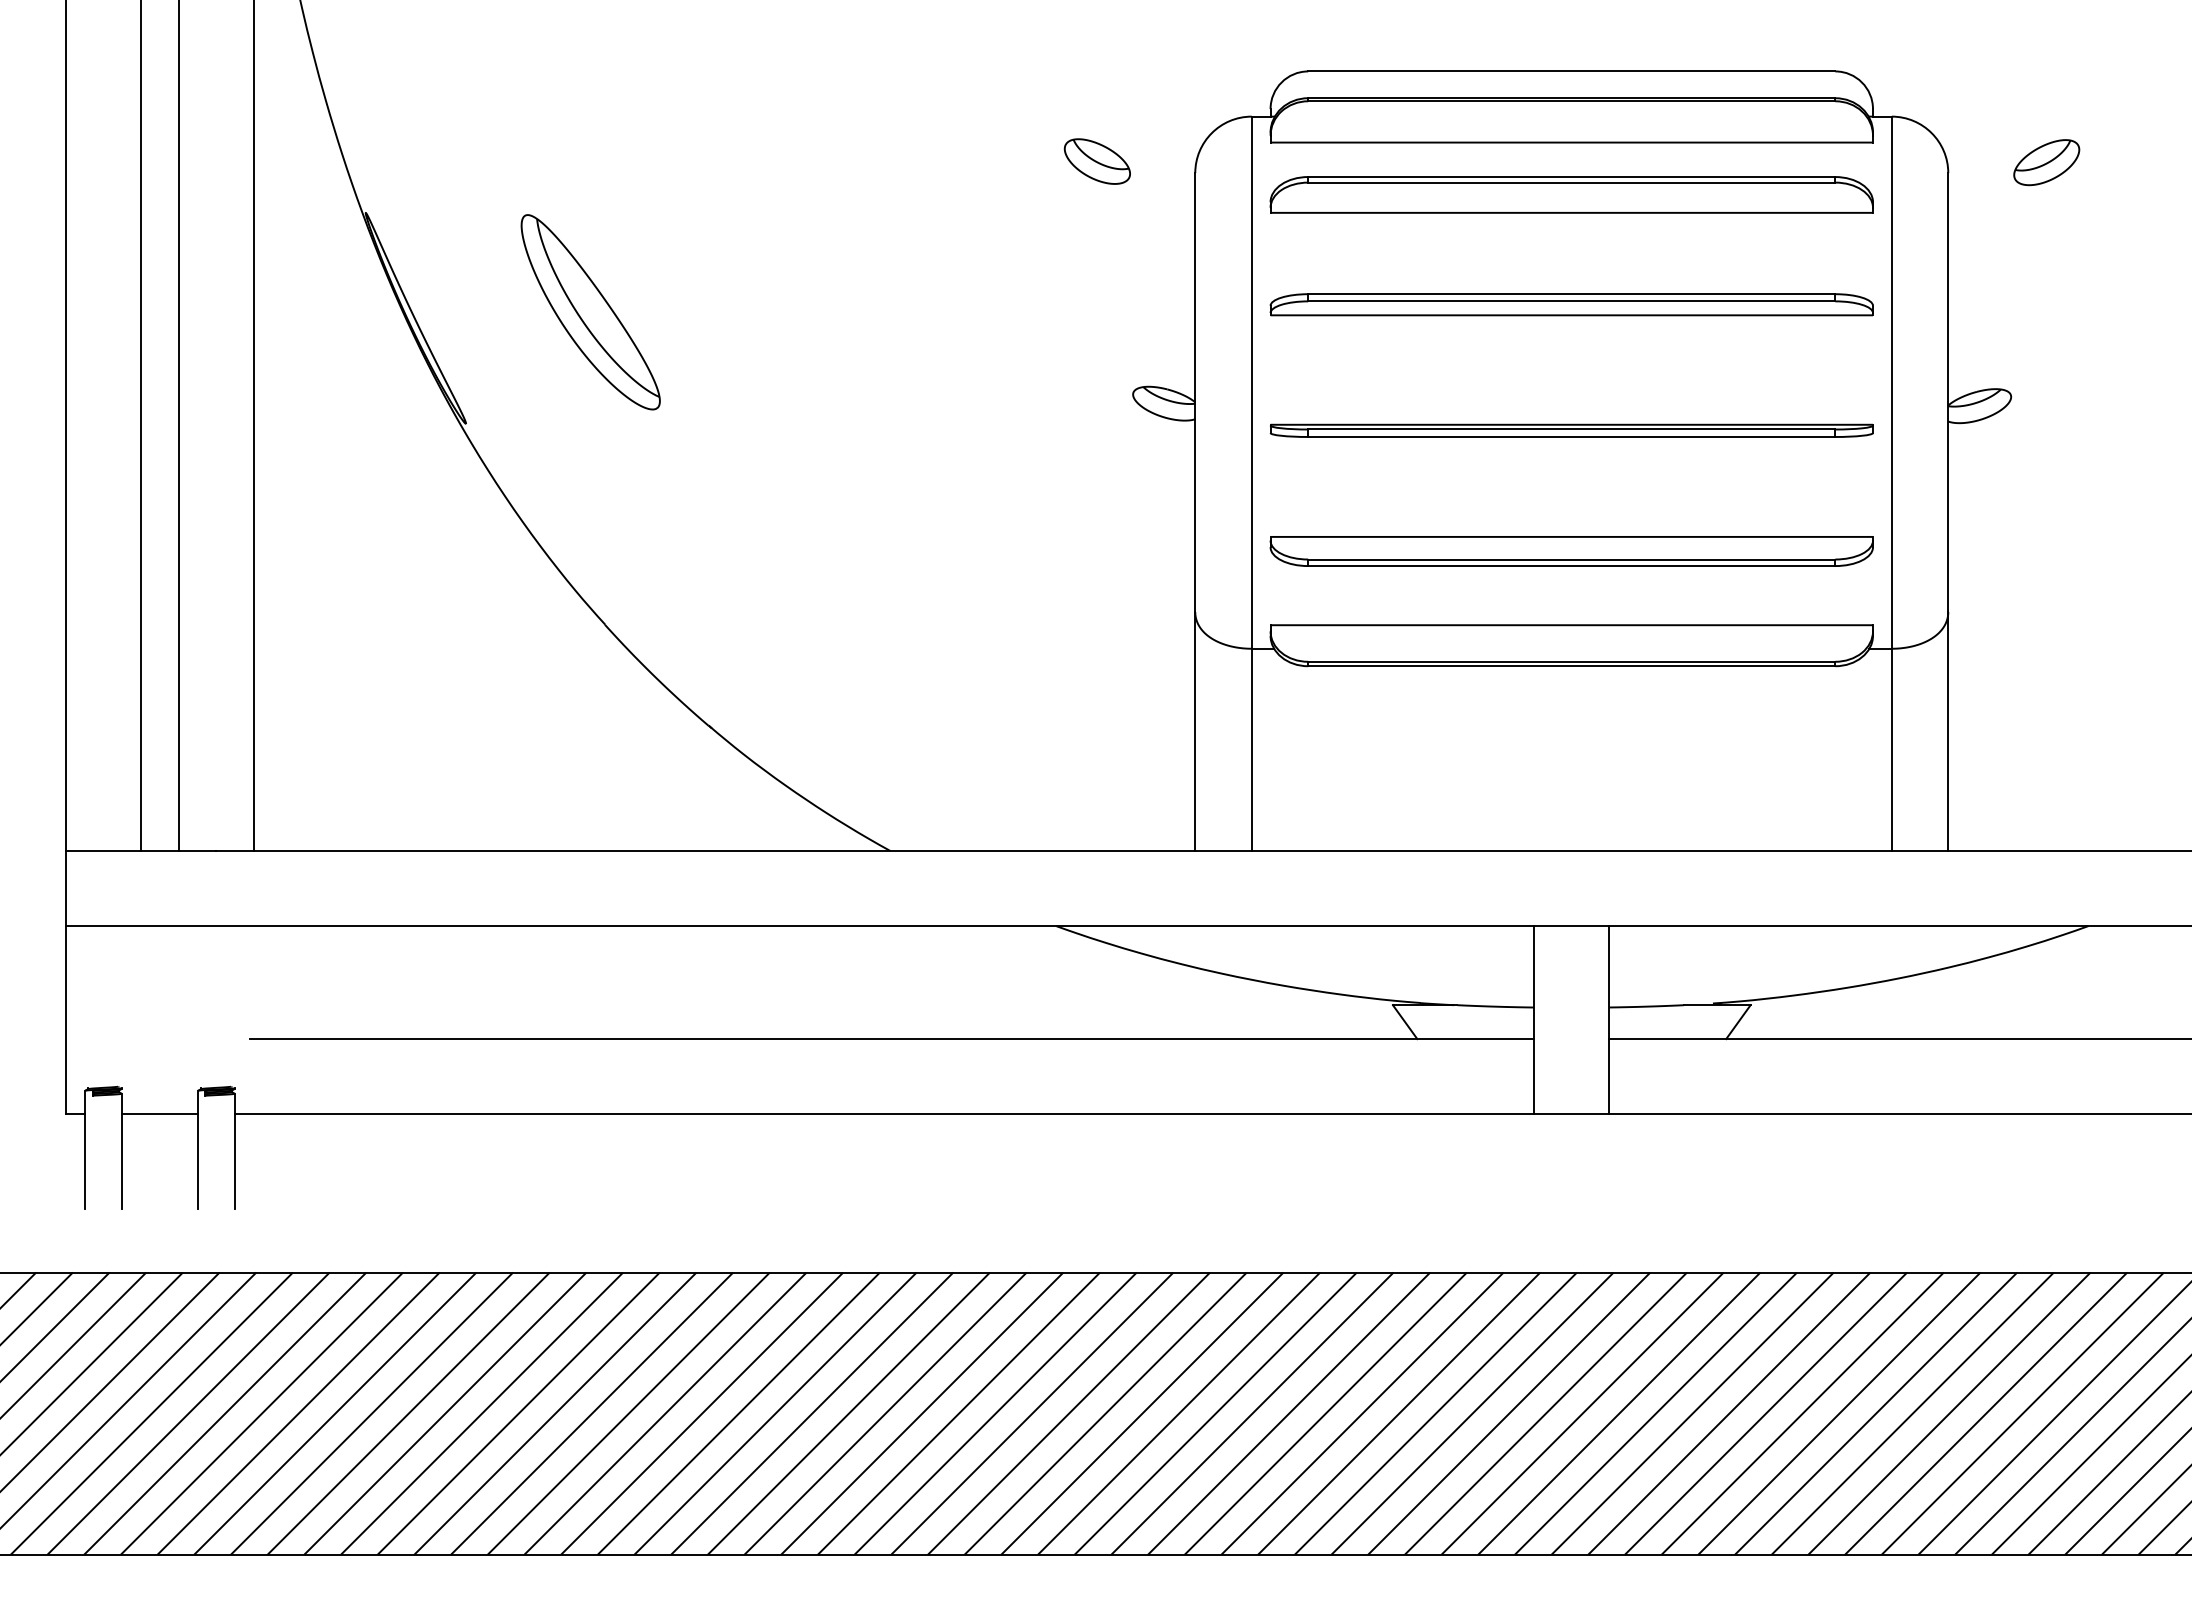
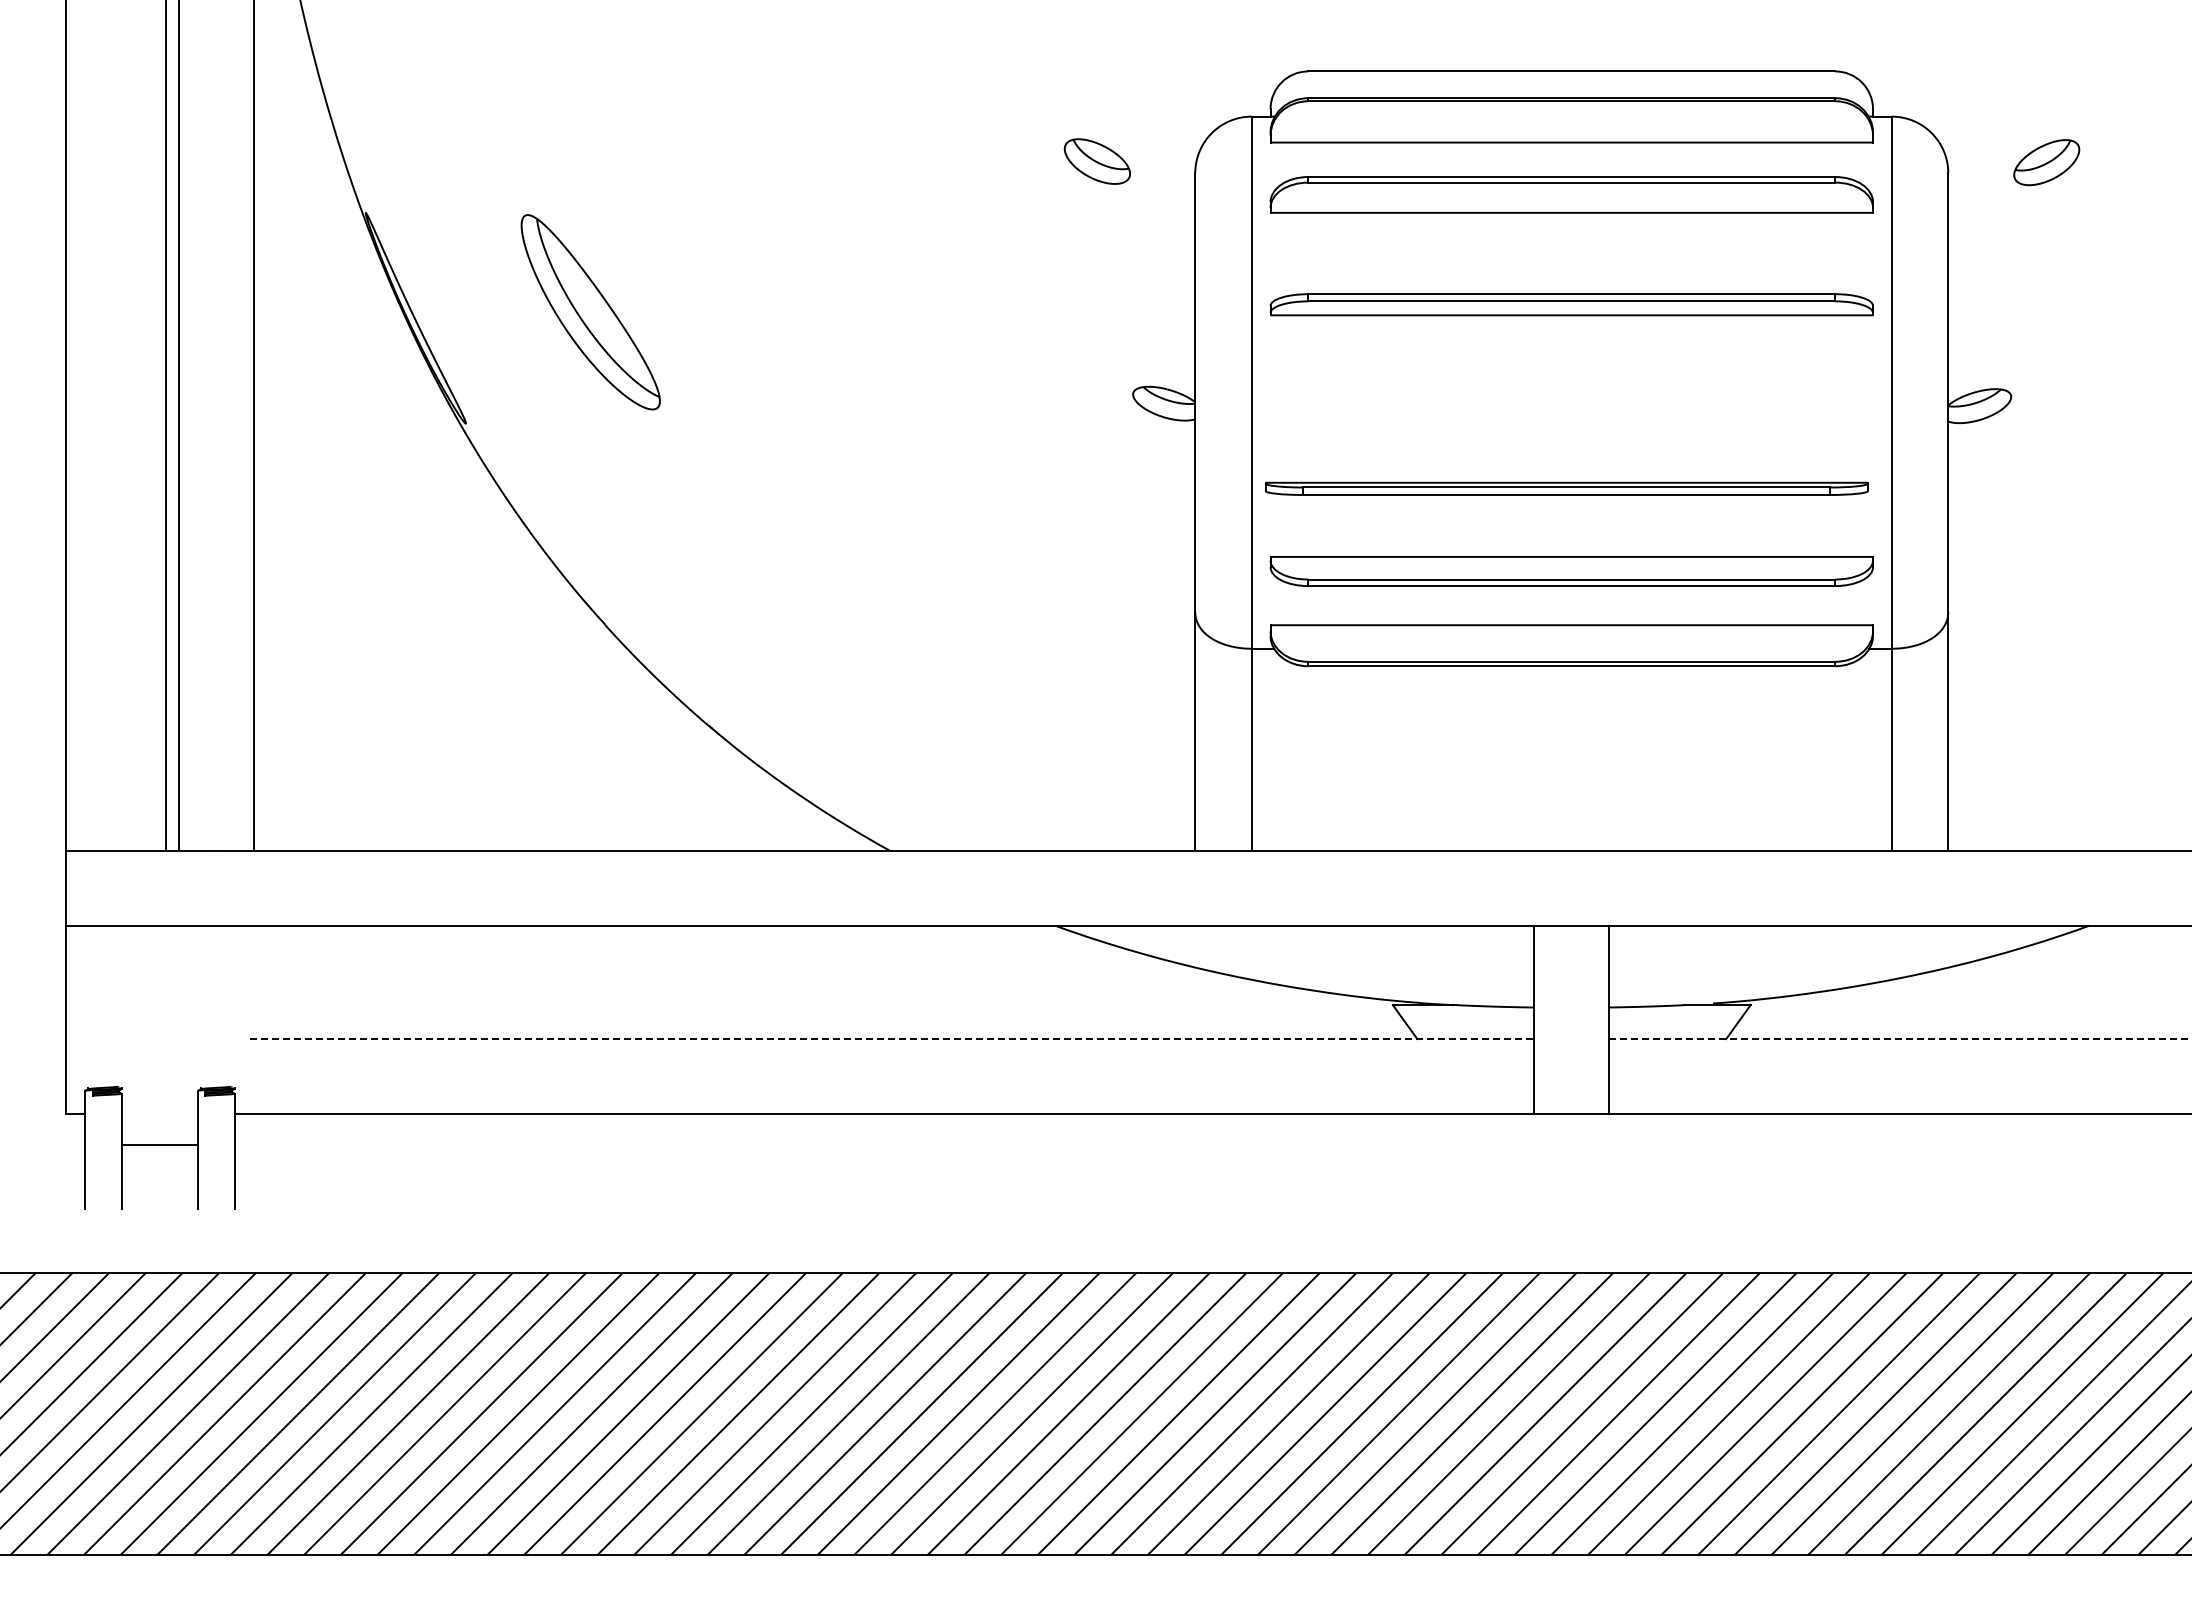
line at (141, 426) position: (141, 426) -> (166, 426)
part at (1571, 430) position: (1571, 430) -> (1566, 488)
part at (1571, 551) position: (1571, 551) -> (1571, 571)
line at (892, 1039): solid -> dashed
line at (1900, 1039): solid -> dashed
line at (159, 1114) position: (159, 1114) -> (159, 1145)
